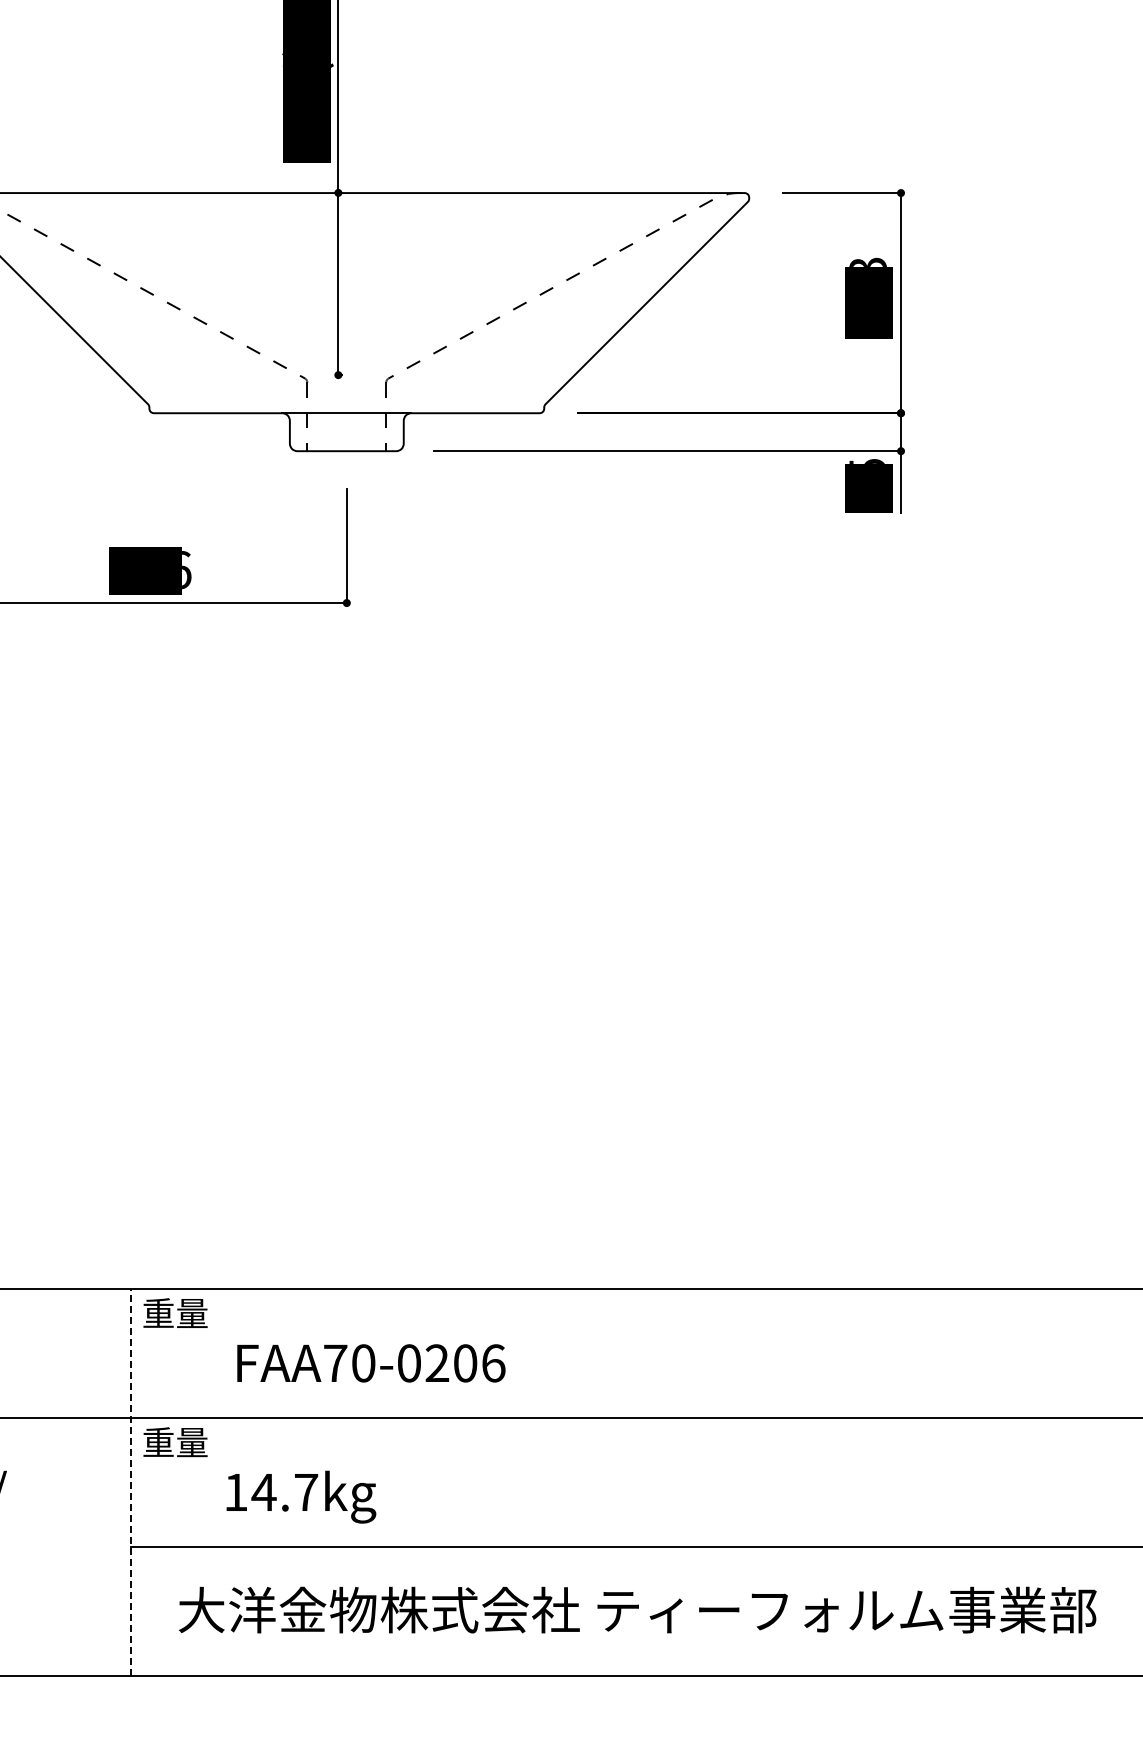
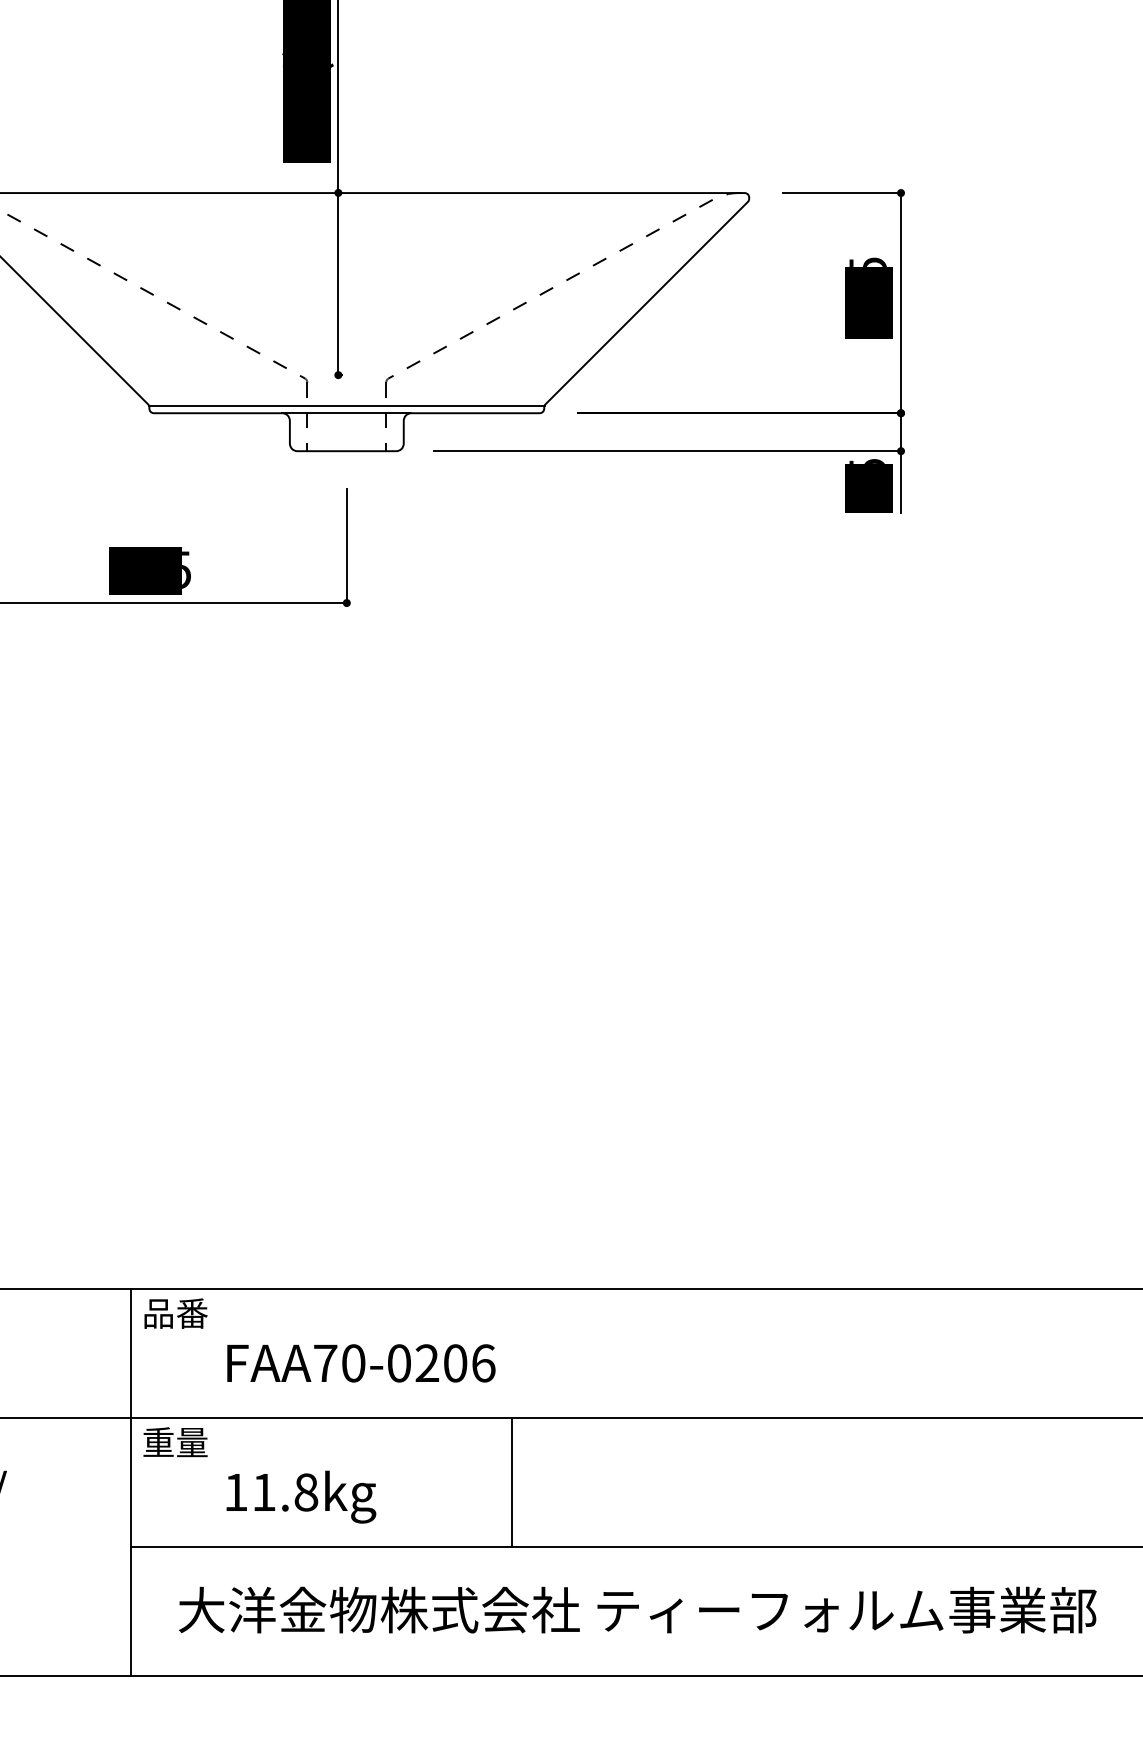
text at (867, 261): 173 -> 145
line at (346, 405): none -> present
text at (186, 570): 266 -> 265
text at (175, 1313): 重量 -> 品番
text at (371, 1363) position: (371, 1363) -> (361, 1363)
line at (512, 1481): none -> present
line at (131, 1482): dashed -> solid
text at (284, 1492): 14.7kg -> 11.8kg
